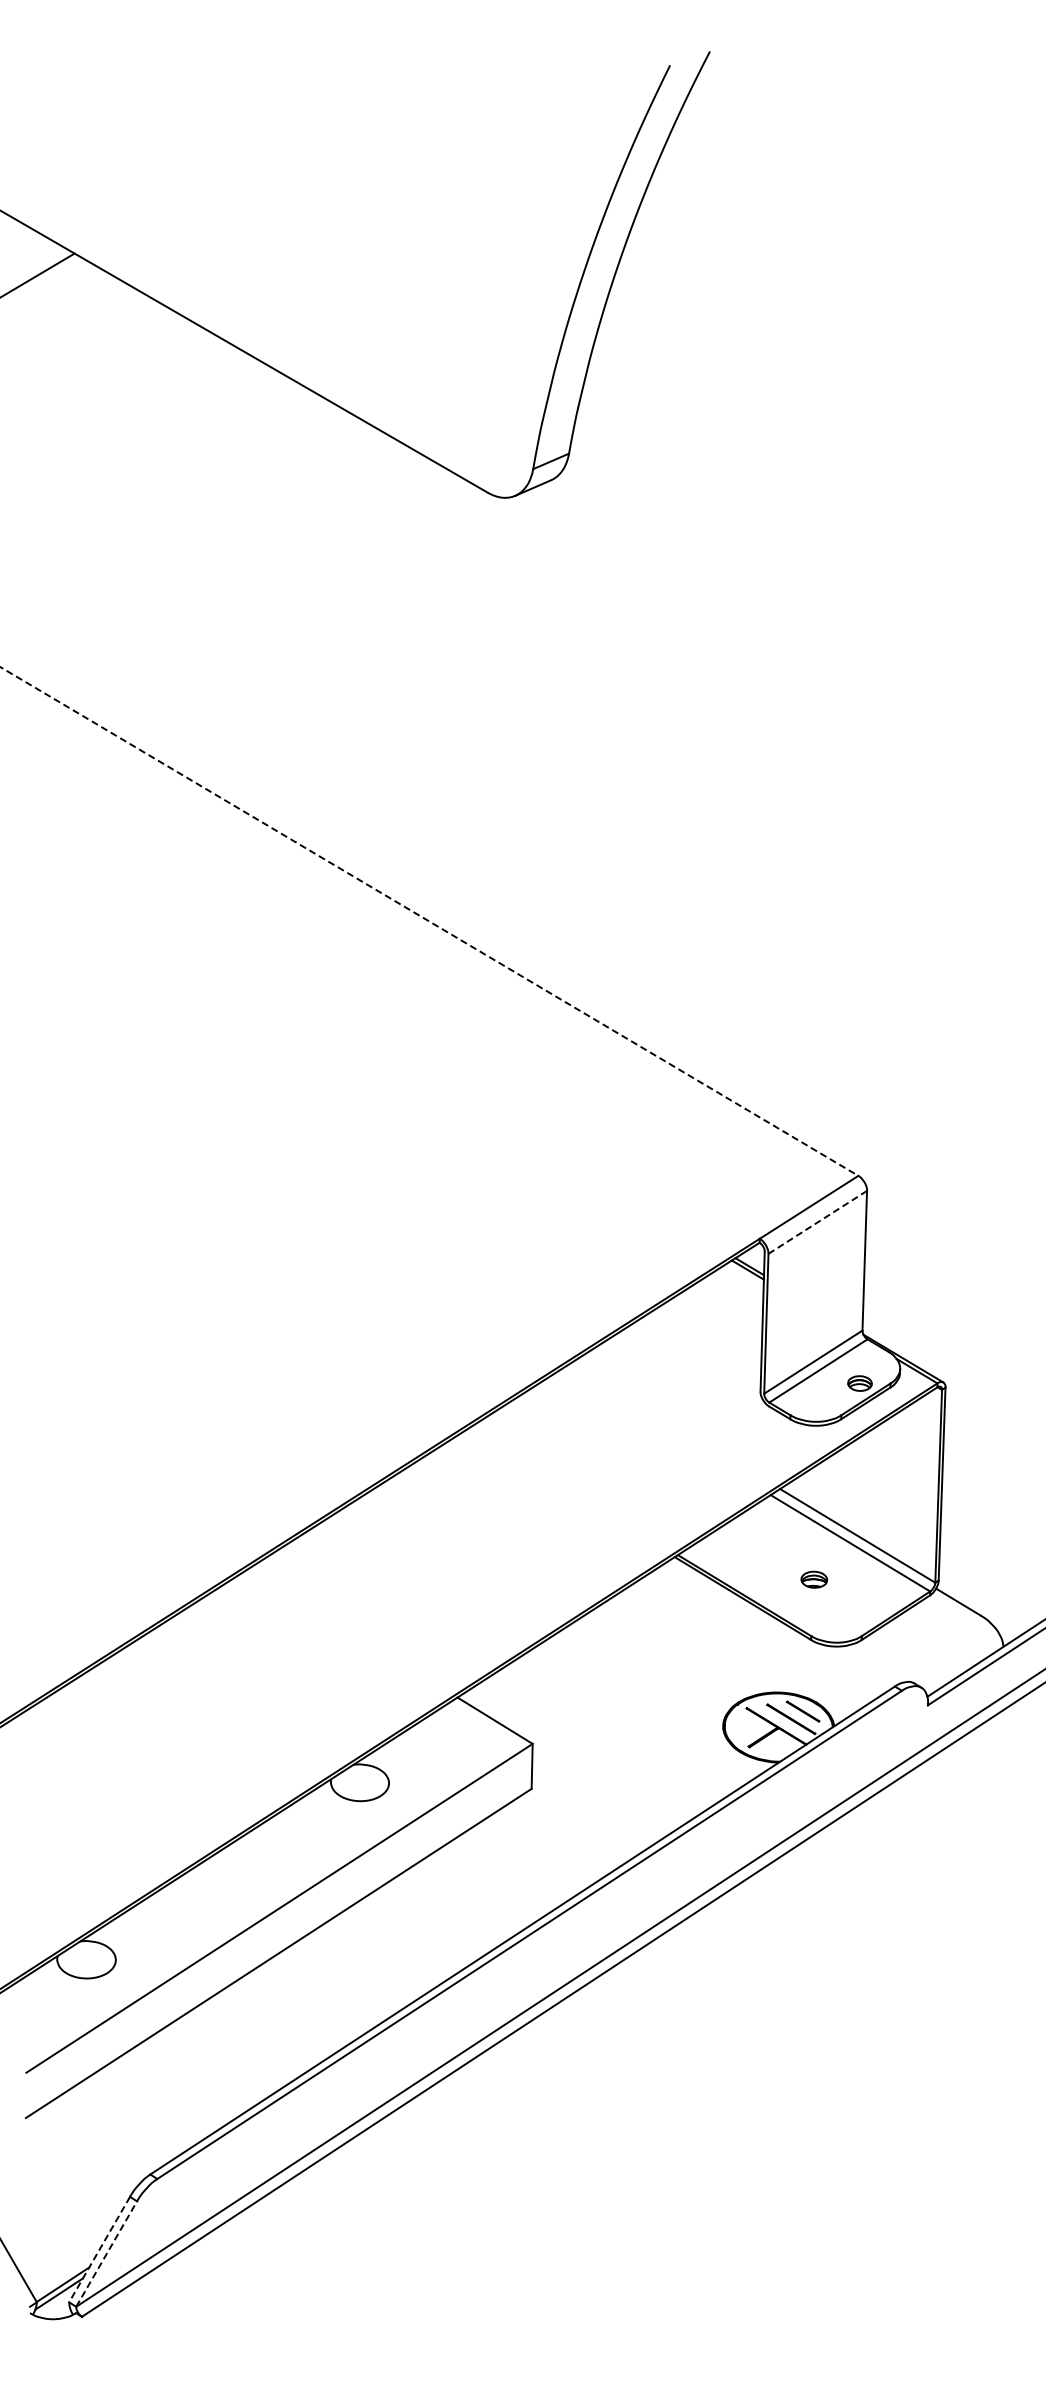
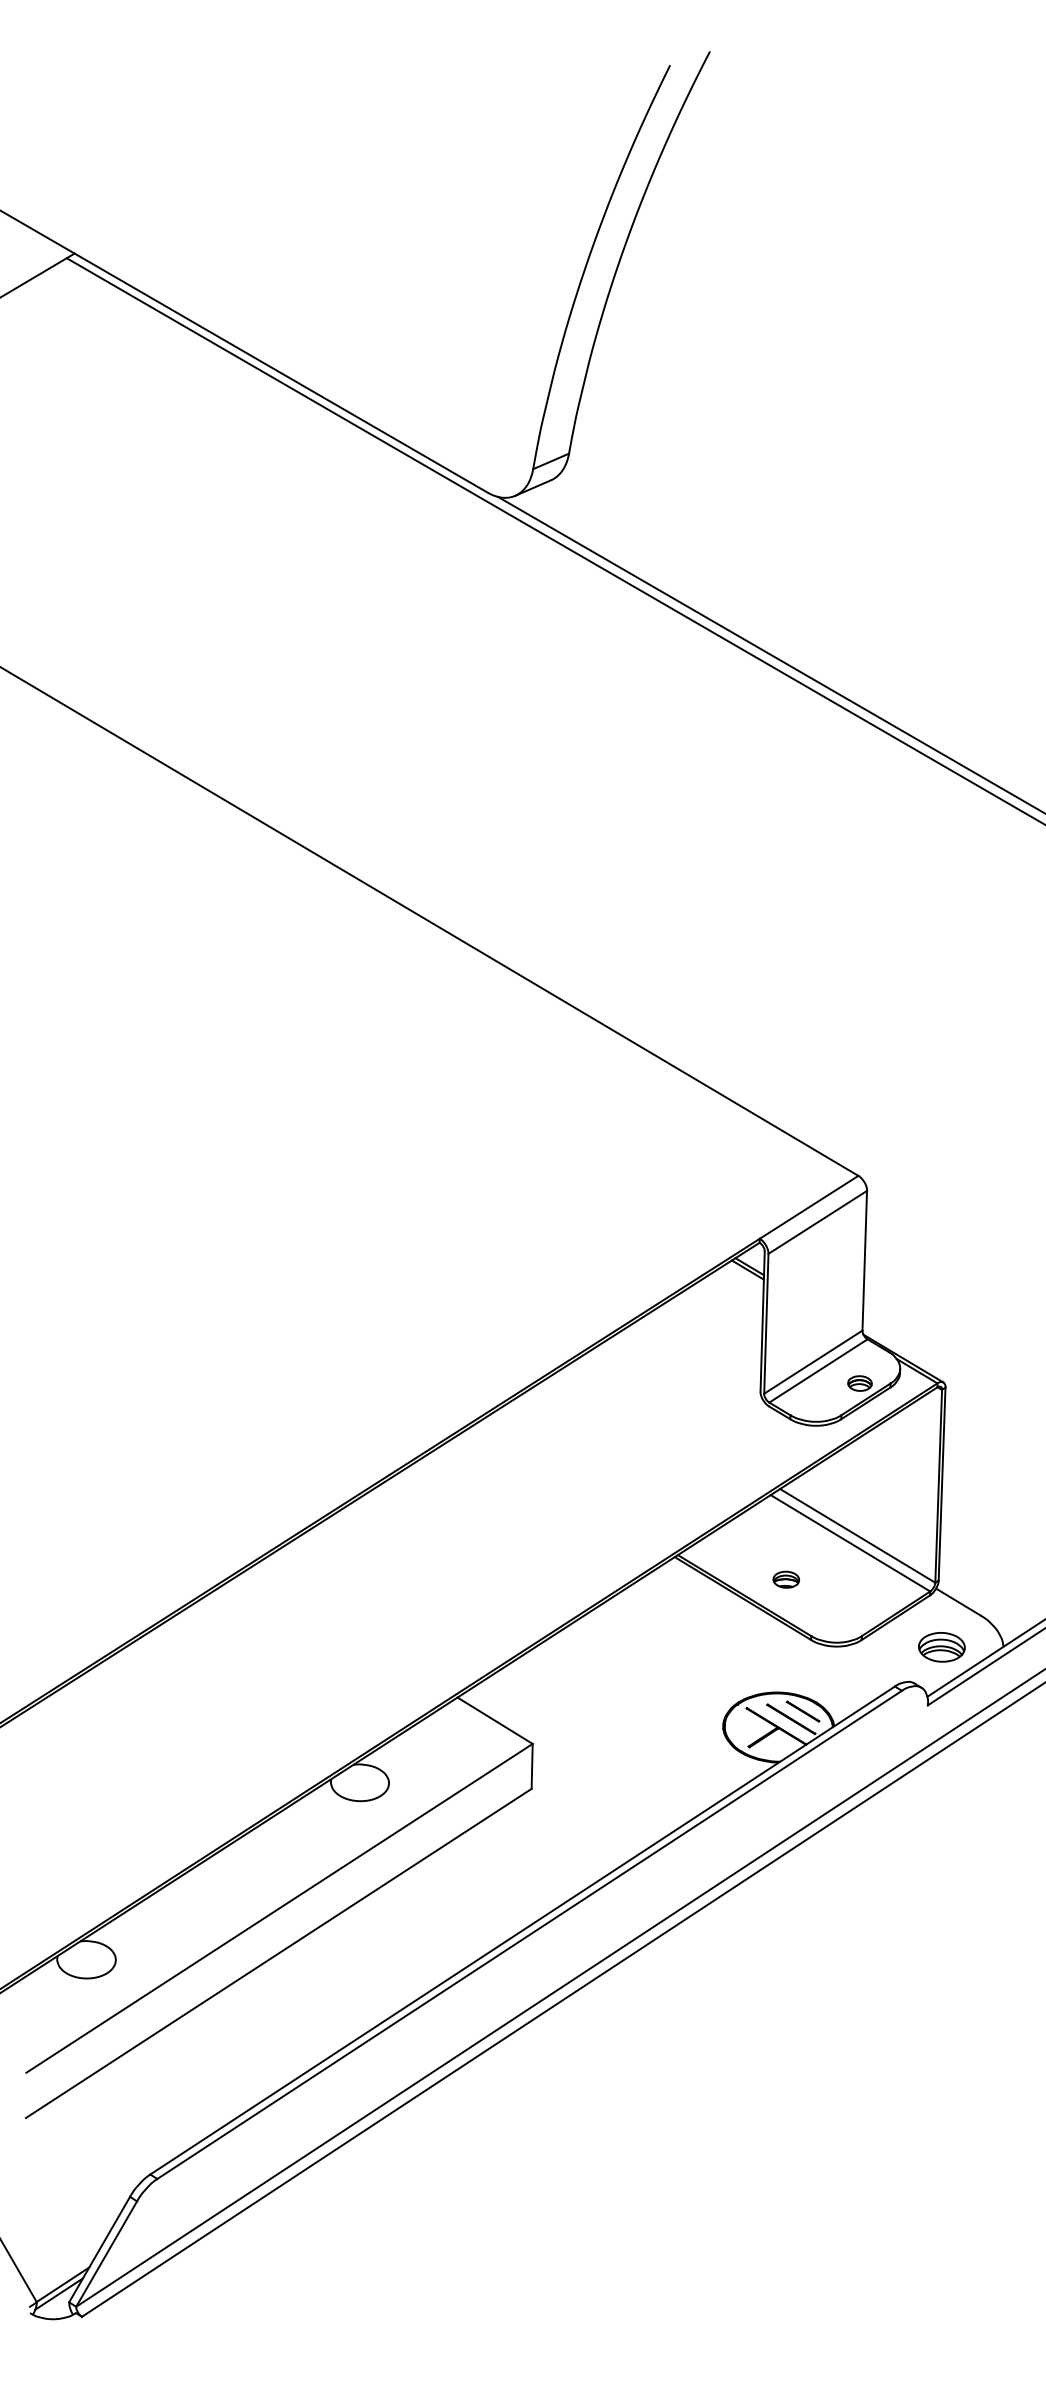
line at (554, 540): none -> present
line at (769, 654): none -> present
line at (429, 921): dashed -> solid
line at (817, 1222): dashed -> solid
part at (814, 1579) position: (814, 1579) -> (786, 1579)
part at (941, 1647): none -> present
line at (99, 2249): dashed -> solid
line at (106, 2254): dashed -> solid
